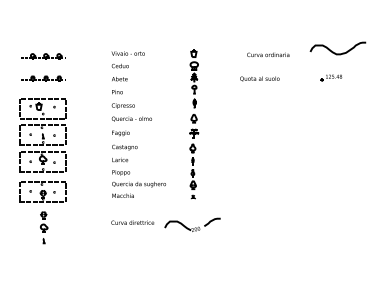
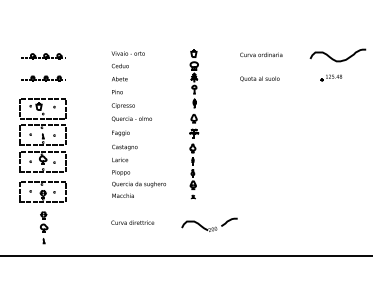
curve at (335, 52) position: (335, 52) -> (335, 59)
text at (268, 54) position: (268, 54) -> (261, 54)
part at (192, 224) position: (192, 224) -> (209, 224)
line at (185, 255): none -> present
